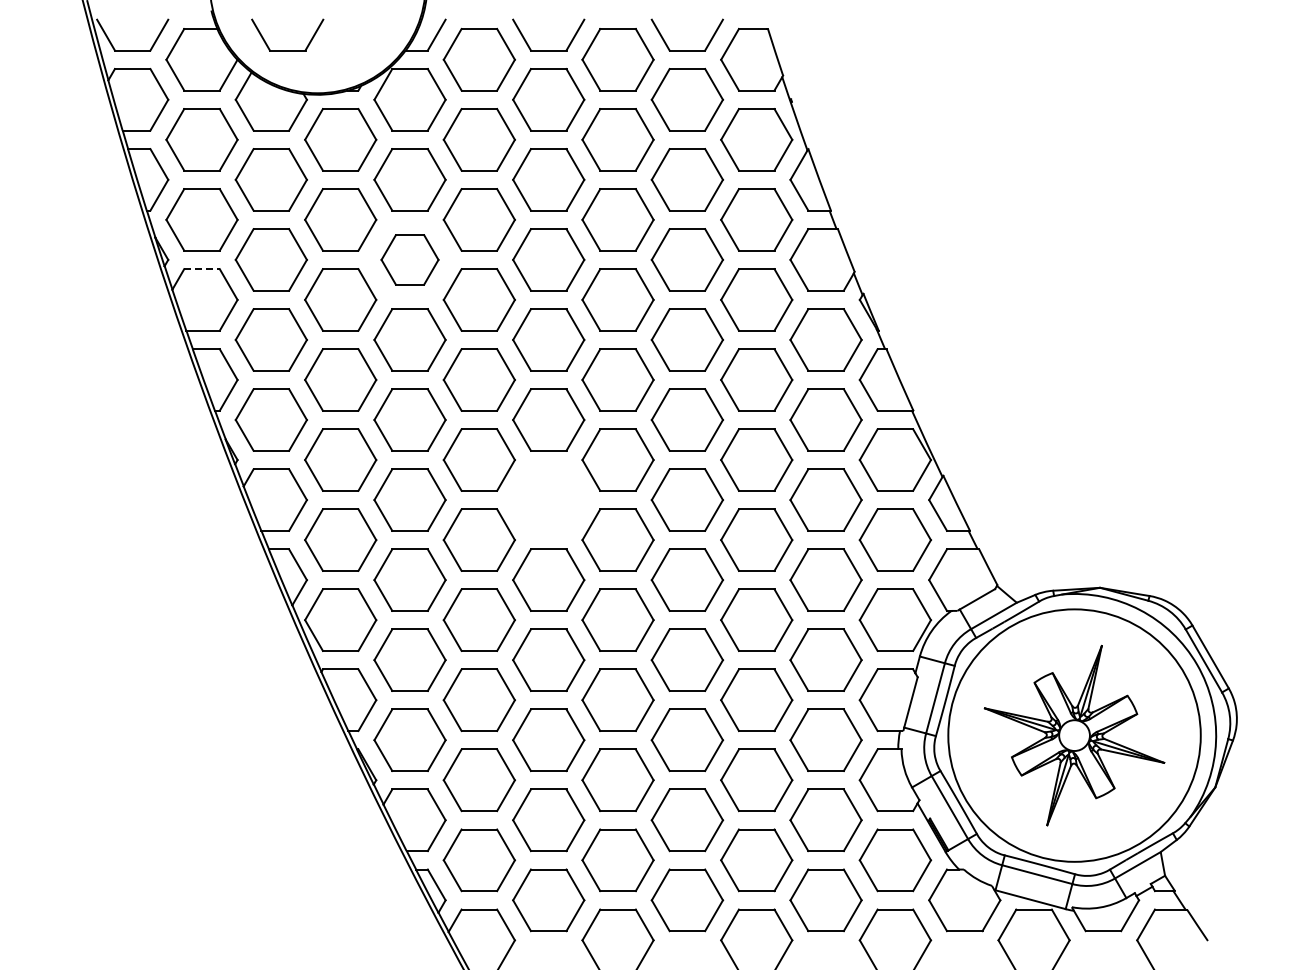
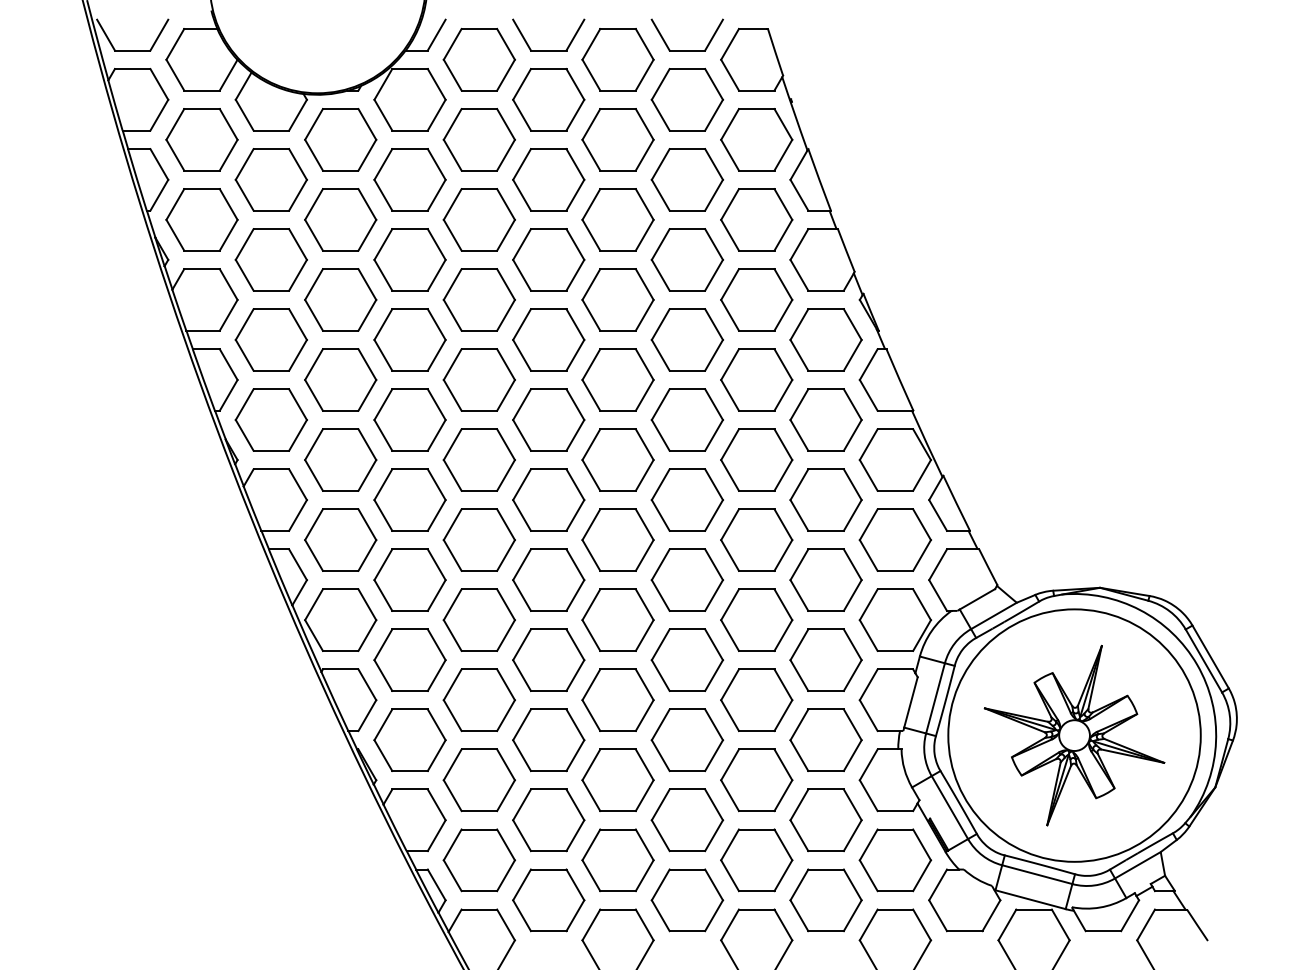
part at (287, 50): present -> none
part at (409, 259) size: 60x52 px -> 74x64 px
line at (202, 269): dashed -> solid
part at (548, 499): none -> present
